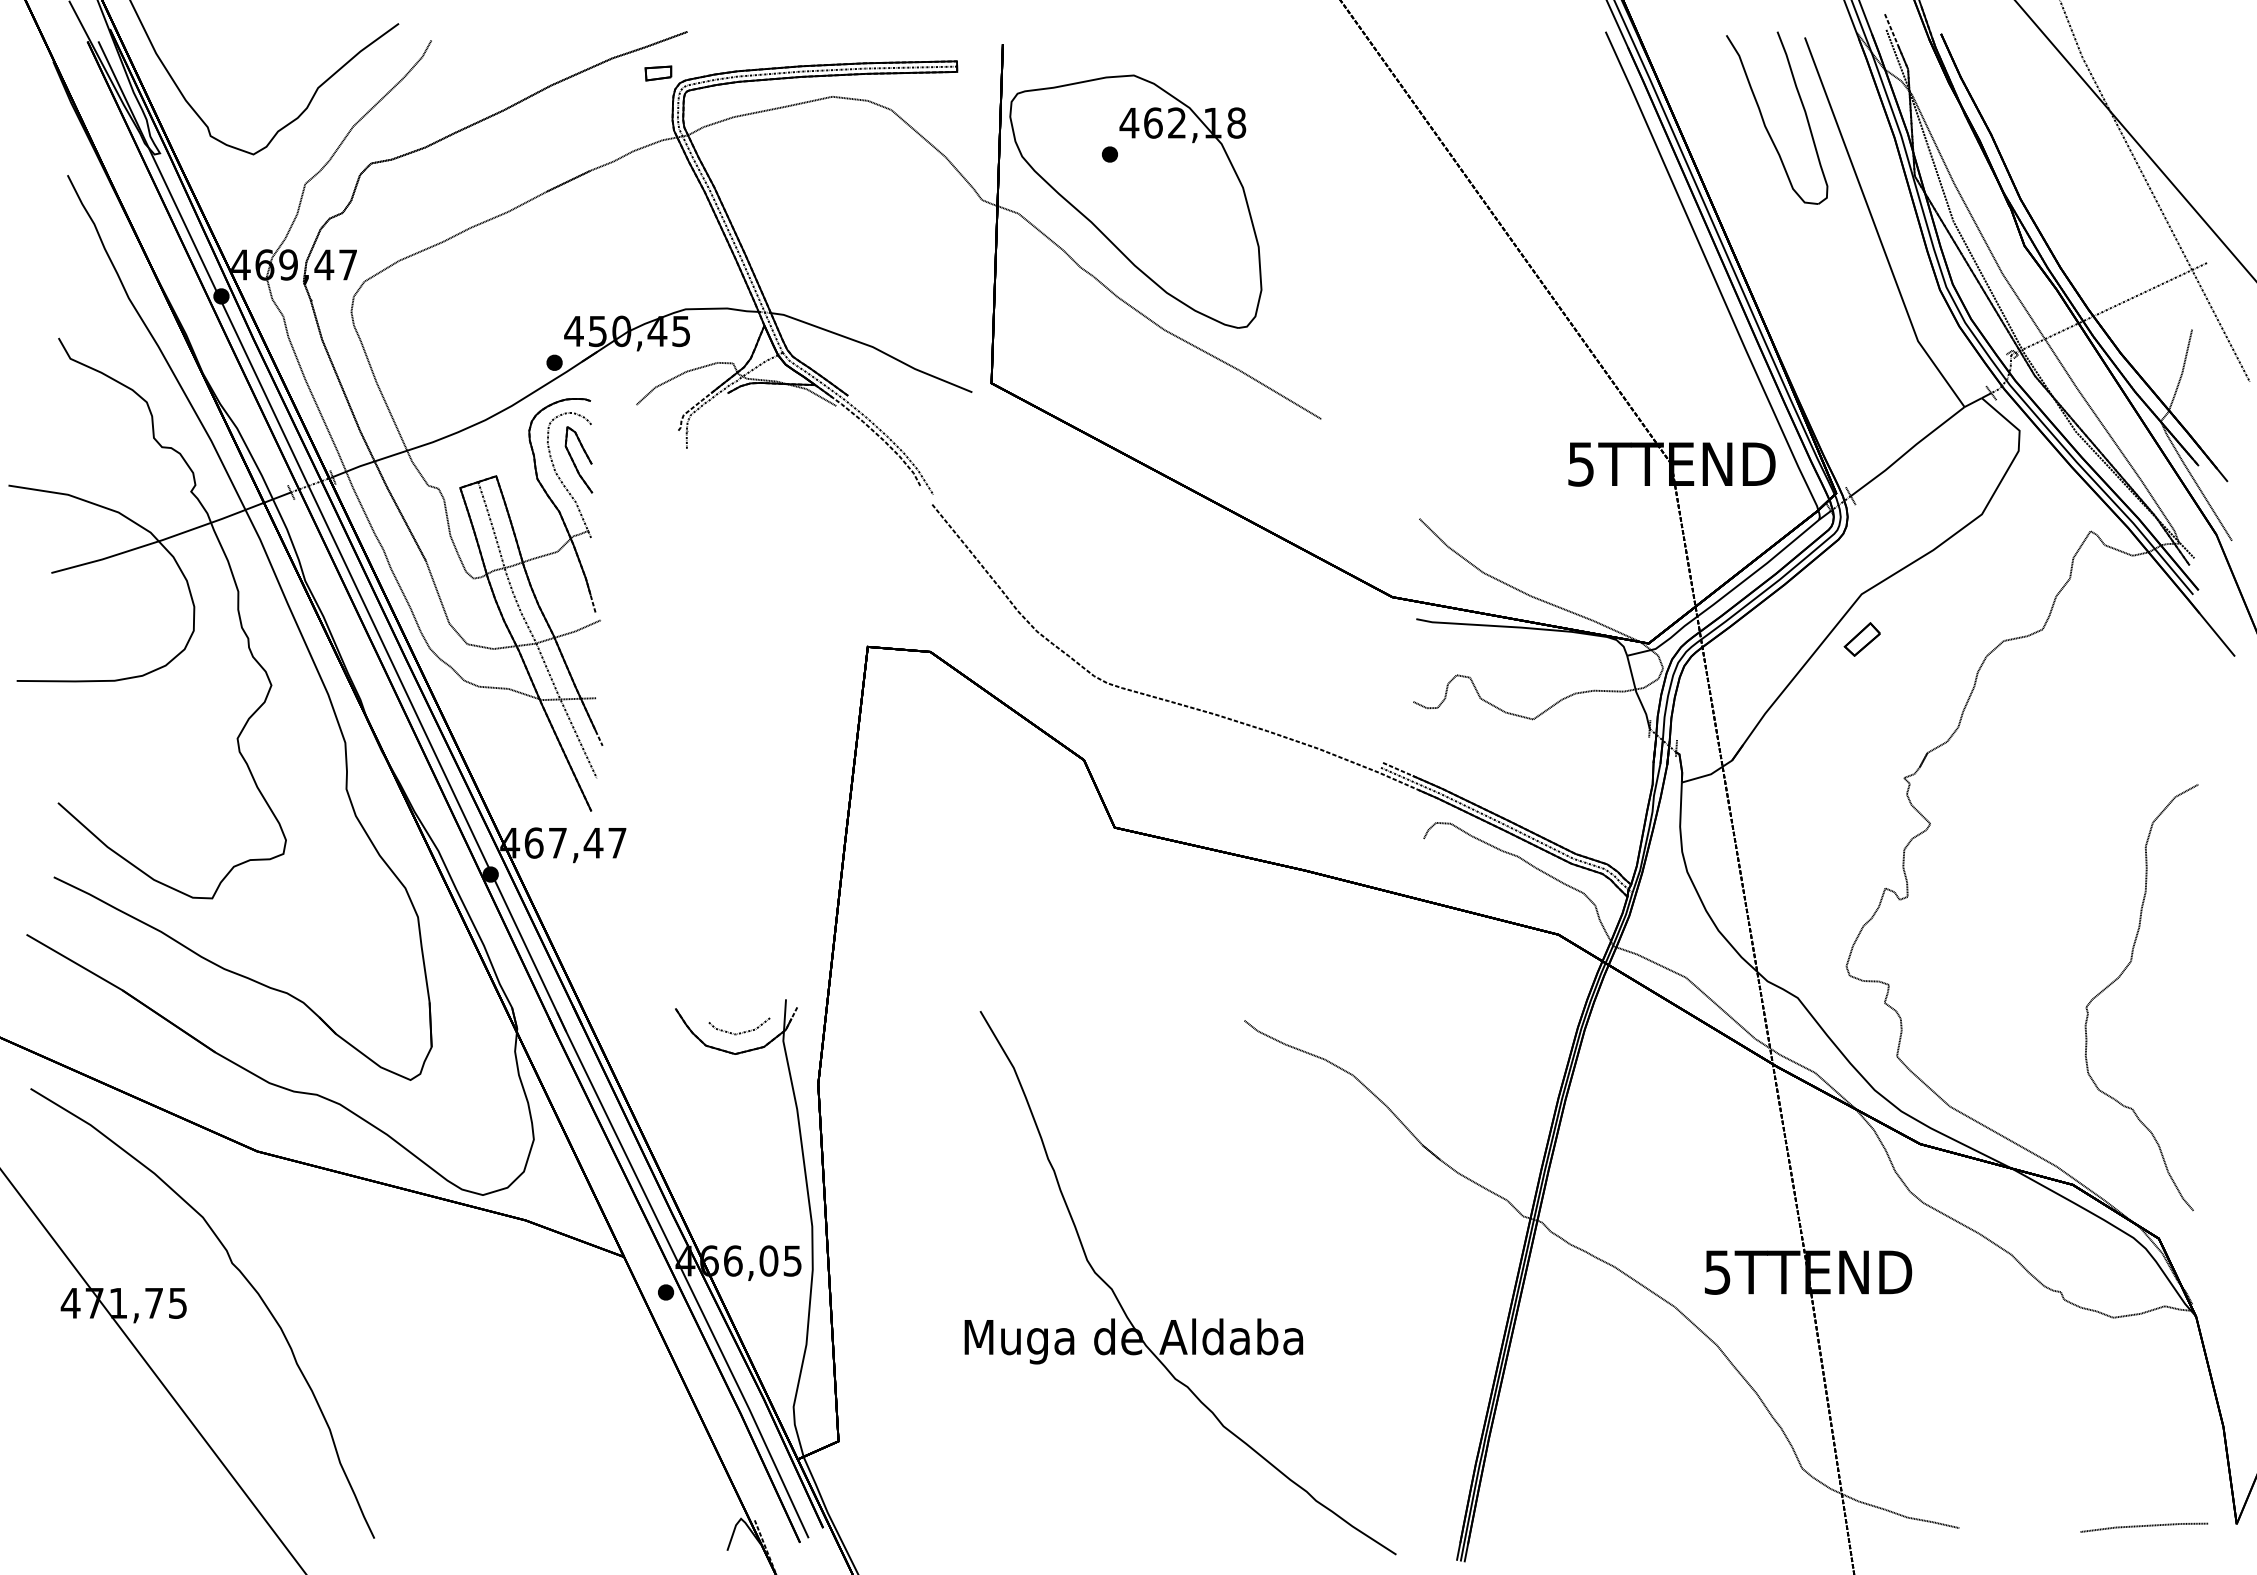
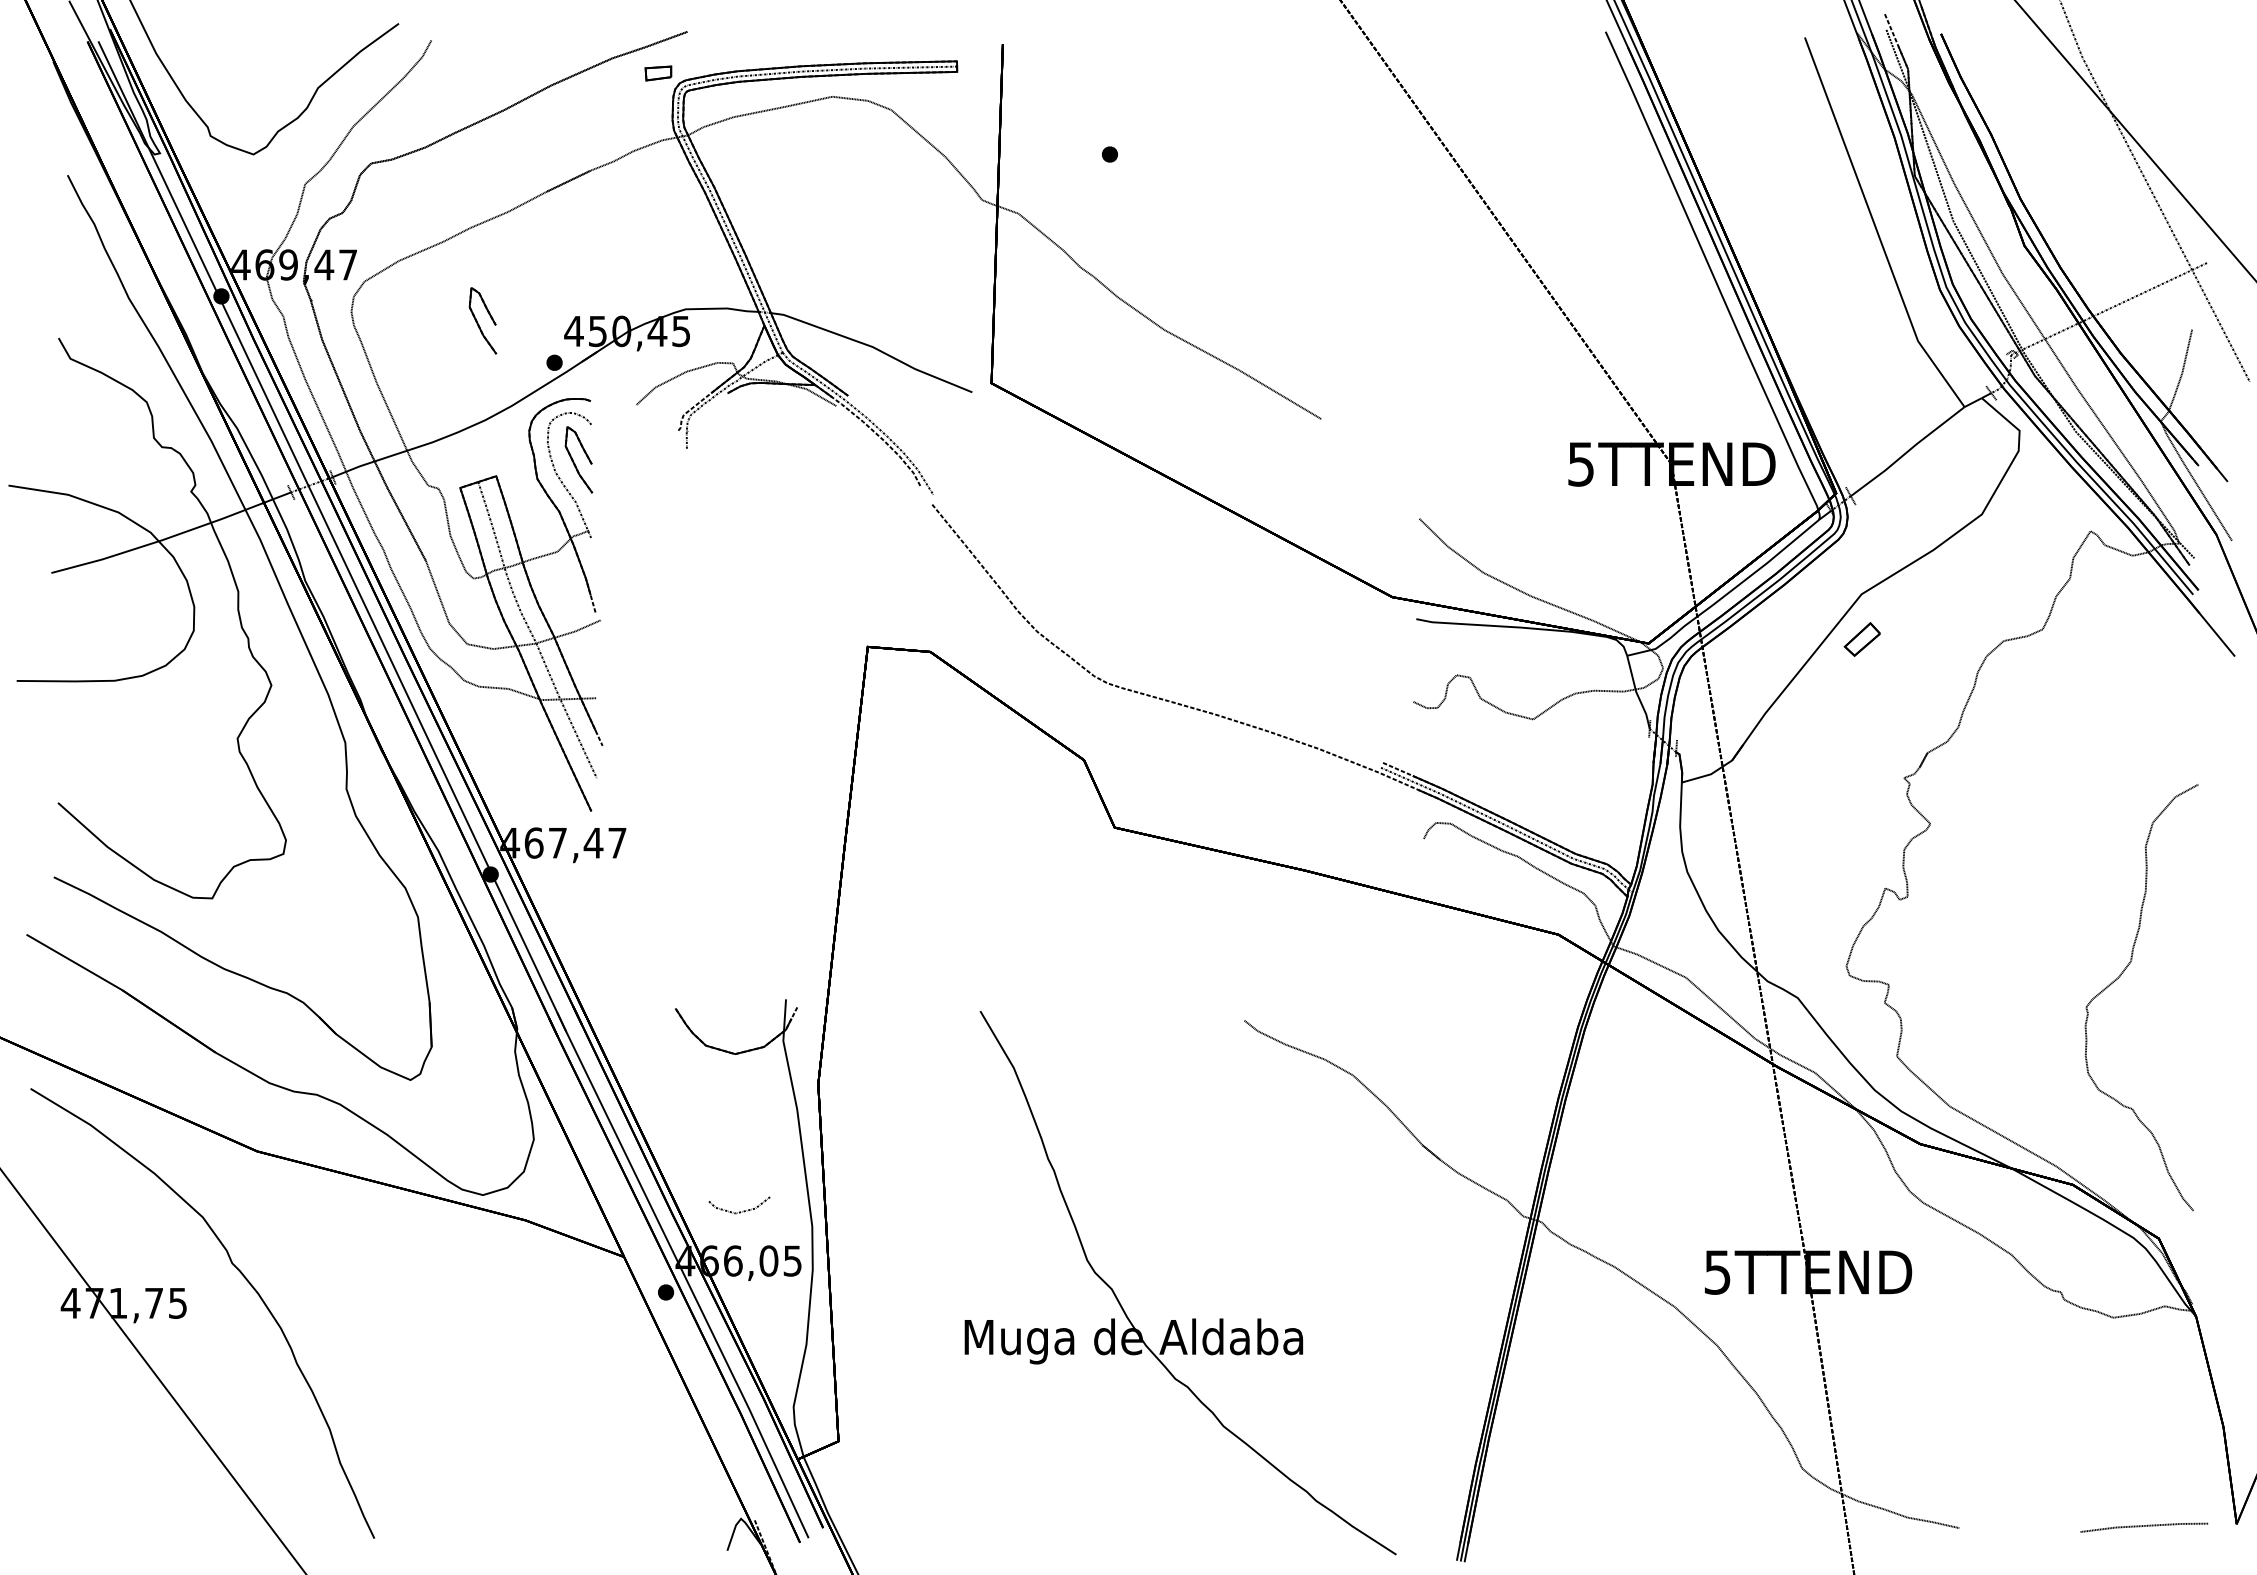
part at (1764, 120): present -> none
part at (1135, 201): present -> none
part at (482, 320): none -> present
curve at (739, 1032) position: (739, 1032) -> (739, 1211)
